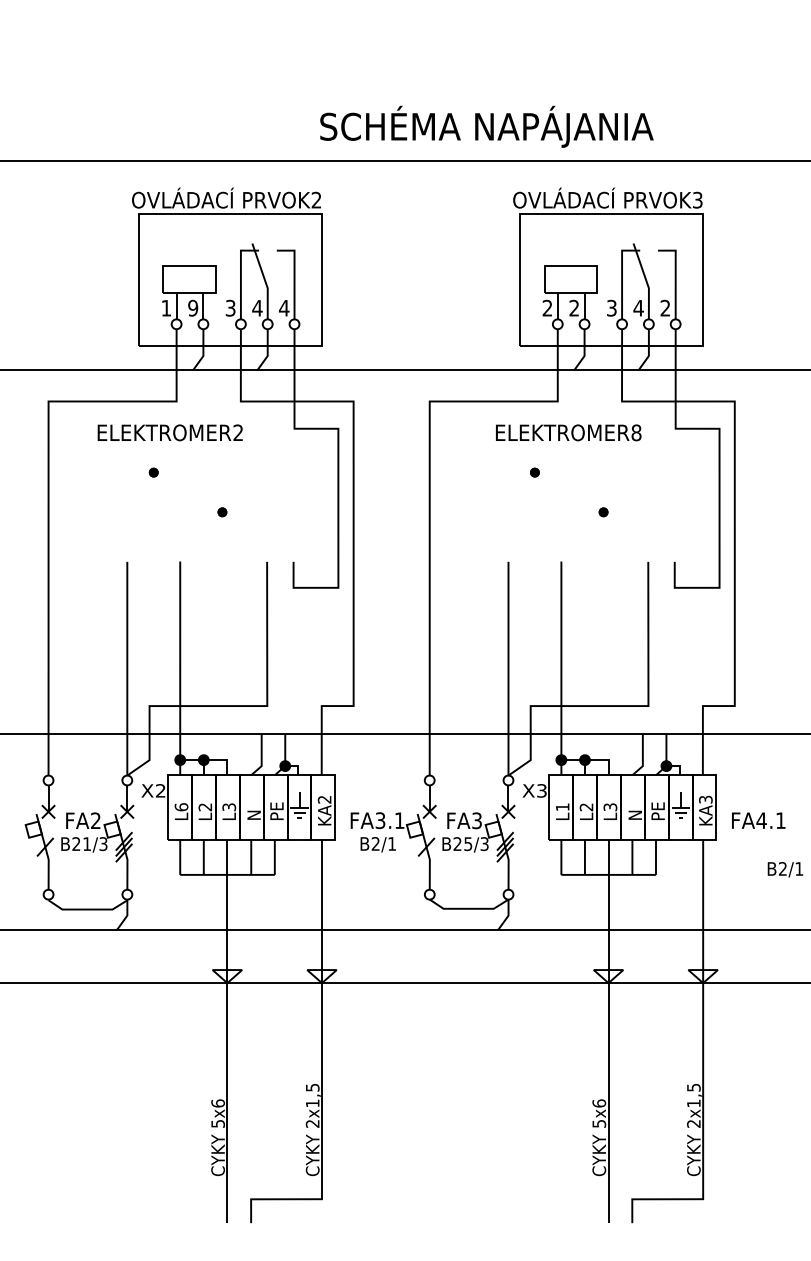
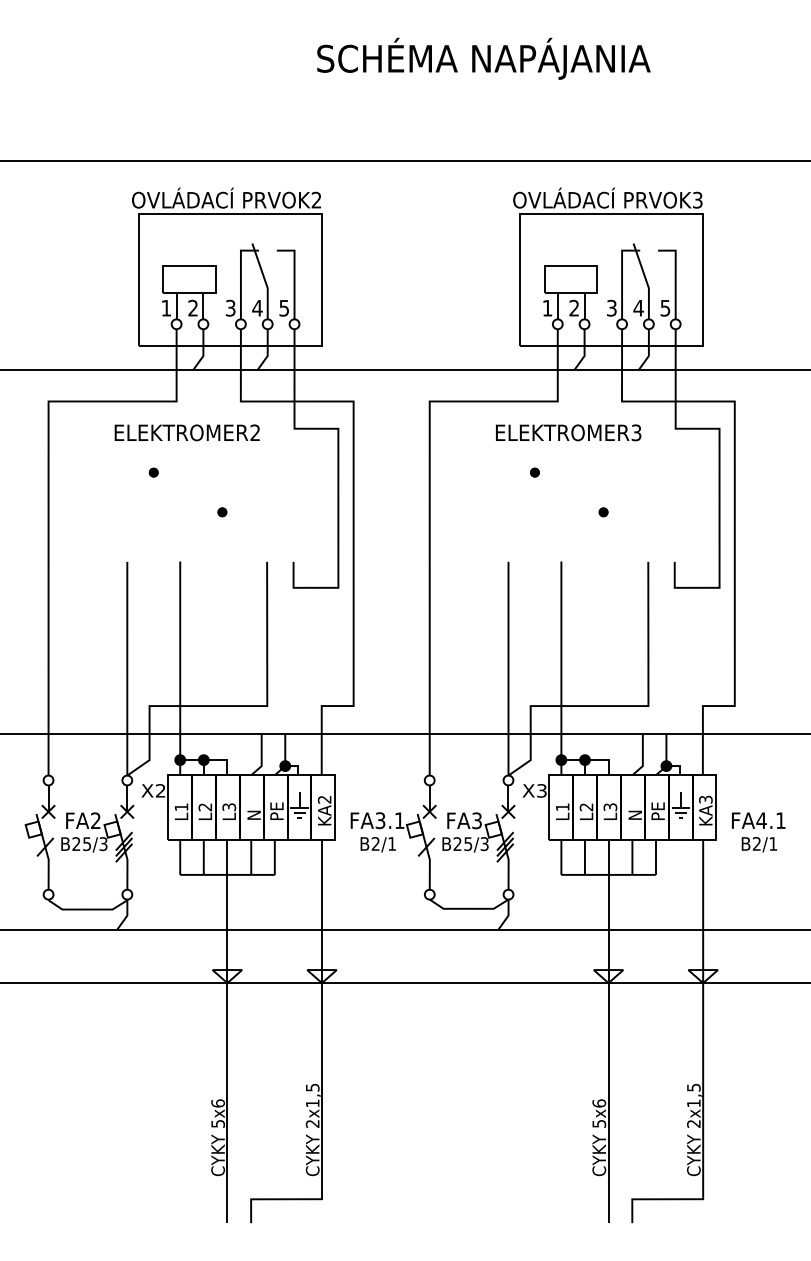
text at (486, 126) position: (486, 126) -> (483, 58)
text at (547, 307): 2 -> 1
text at (665, 307): 2 -> 5
text at (193, 308): 9 -> 2
text at (284, 308): 4 -> 5
text at (169, 432) position: (169, 432) -> (186, 432)
text at (636, 432): ELEKTROMER8 -> ELEKTROMER3
text at (181, 807): L6 -> L1
text at (86, 844): B21/3 -> B25/3
text at (785, 869) position: (785, 869) -> (759, 844)
